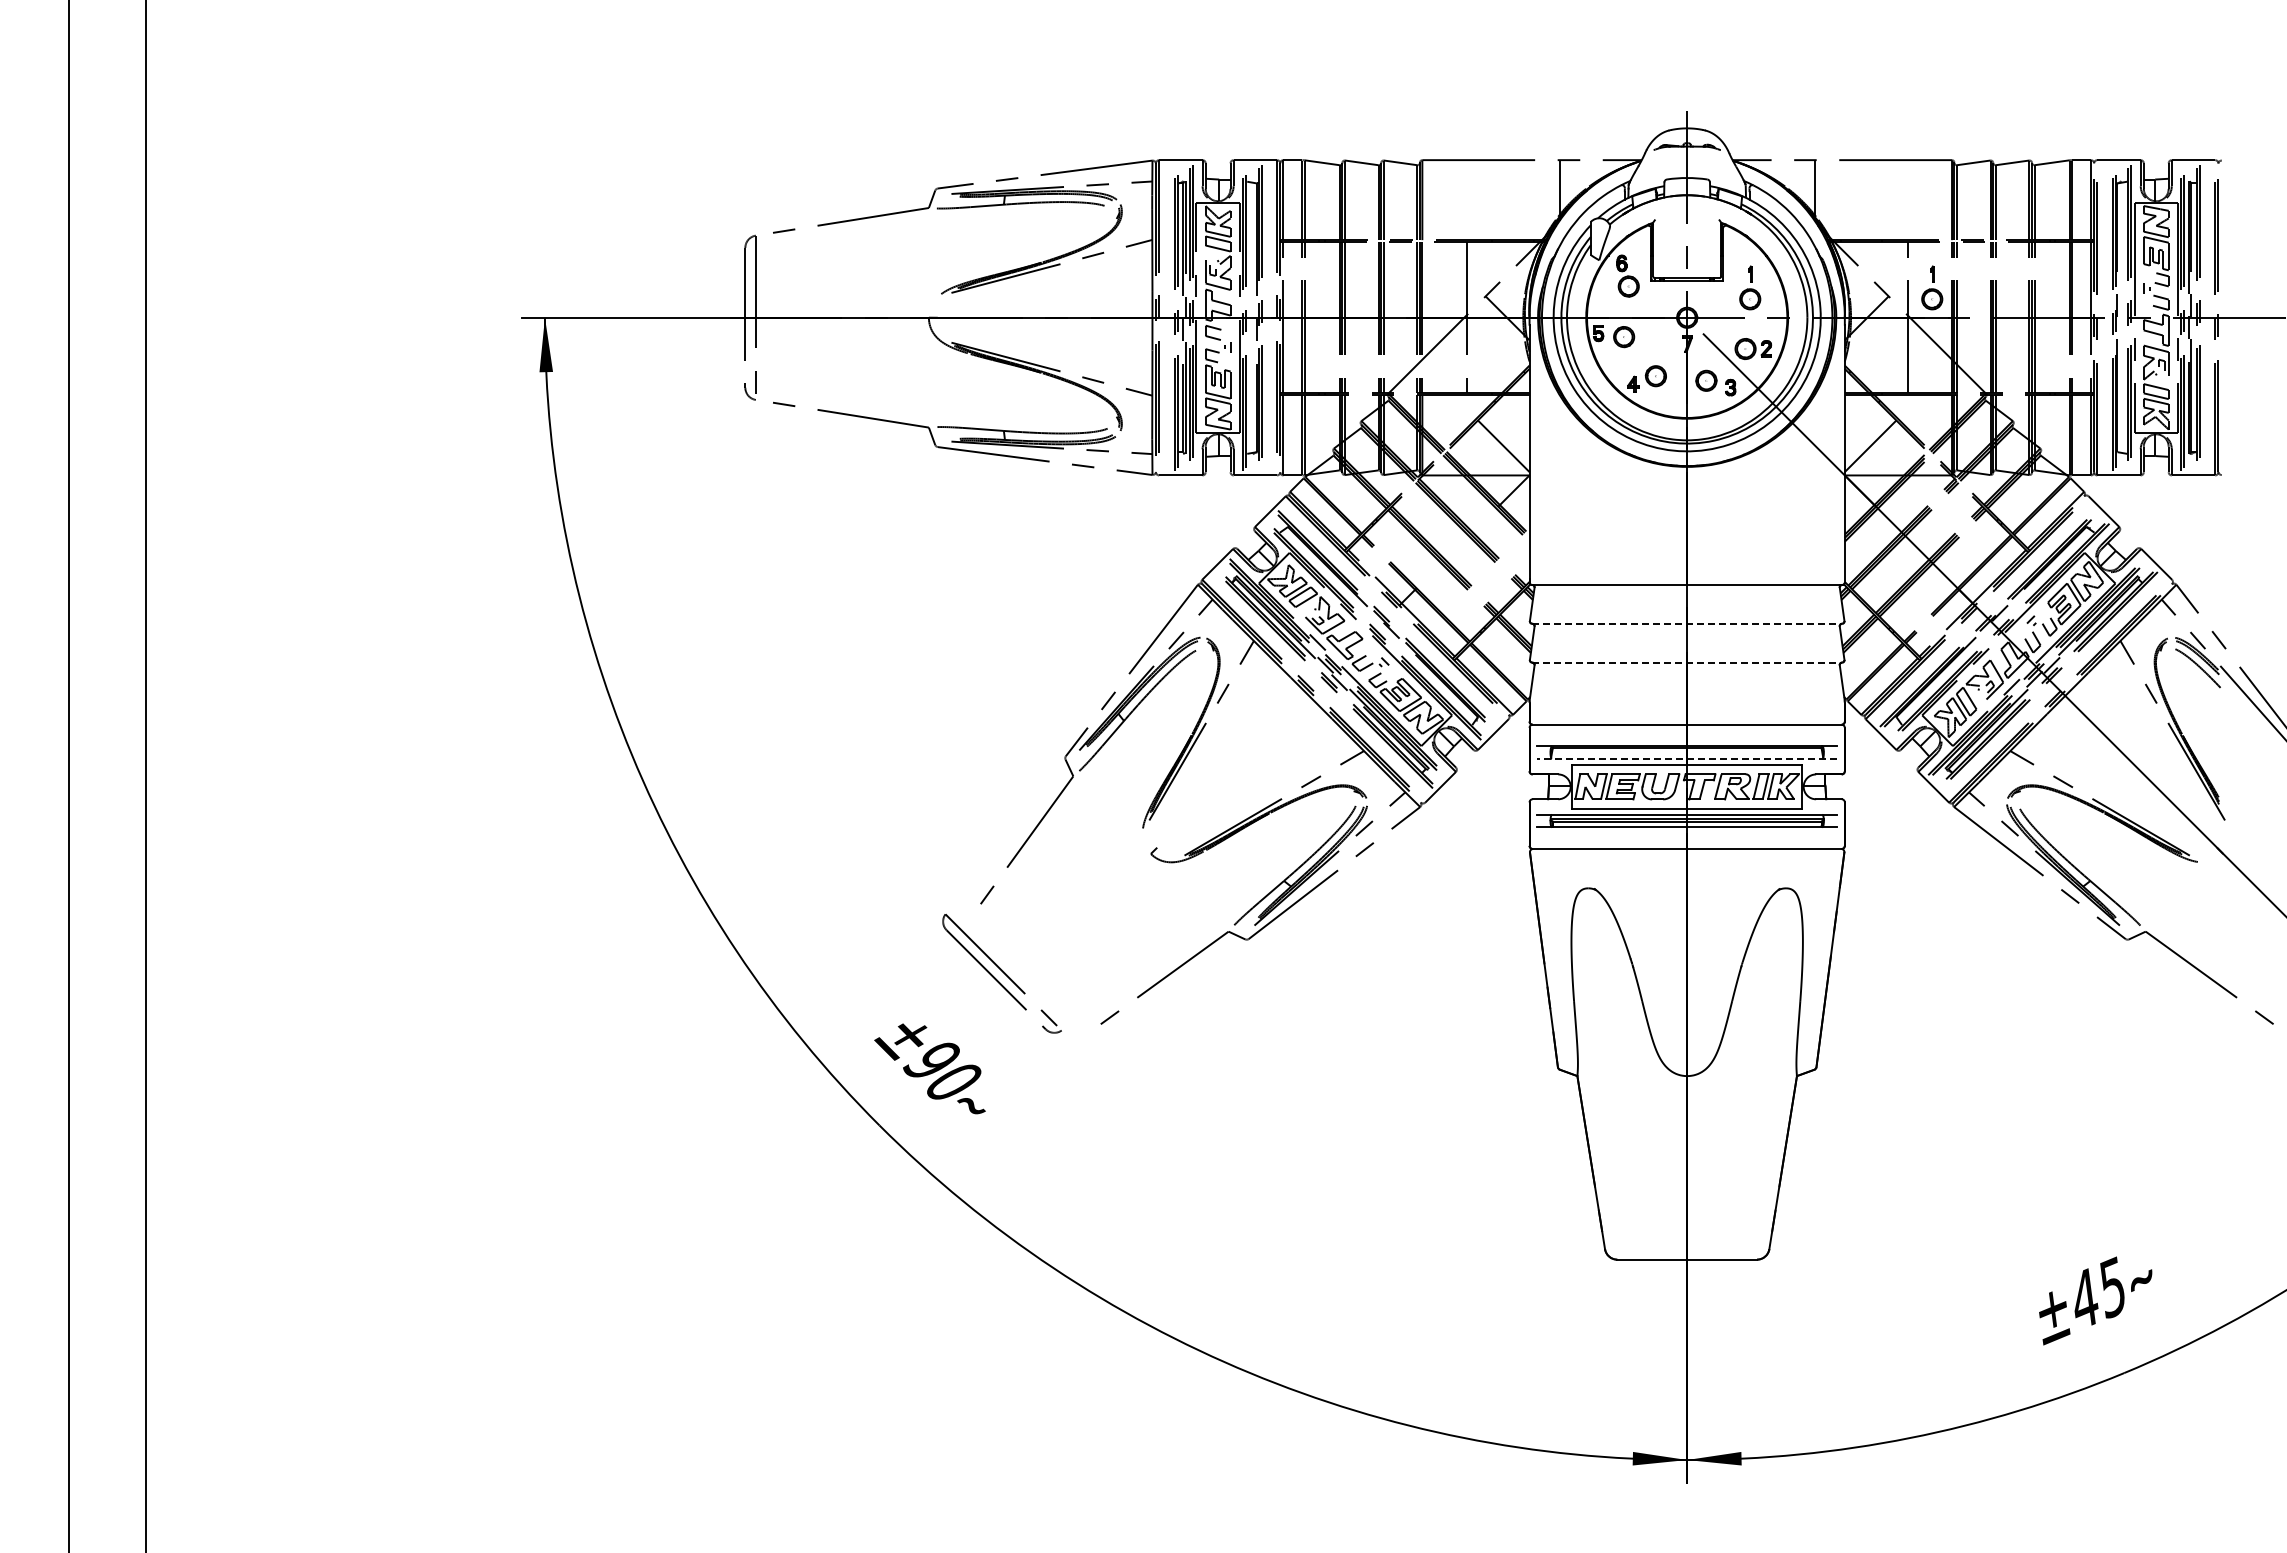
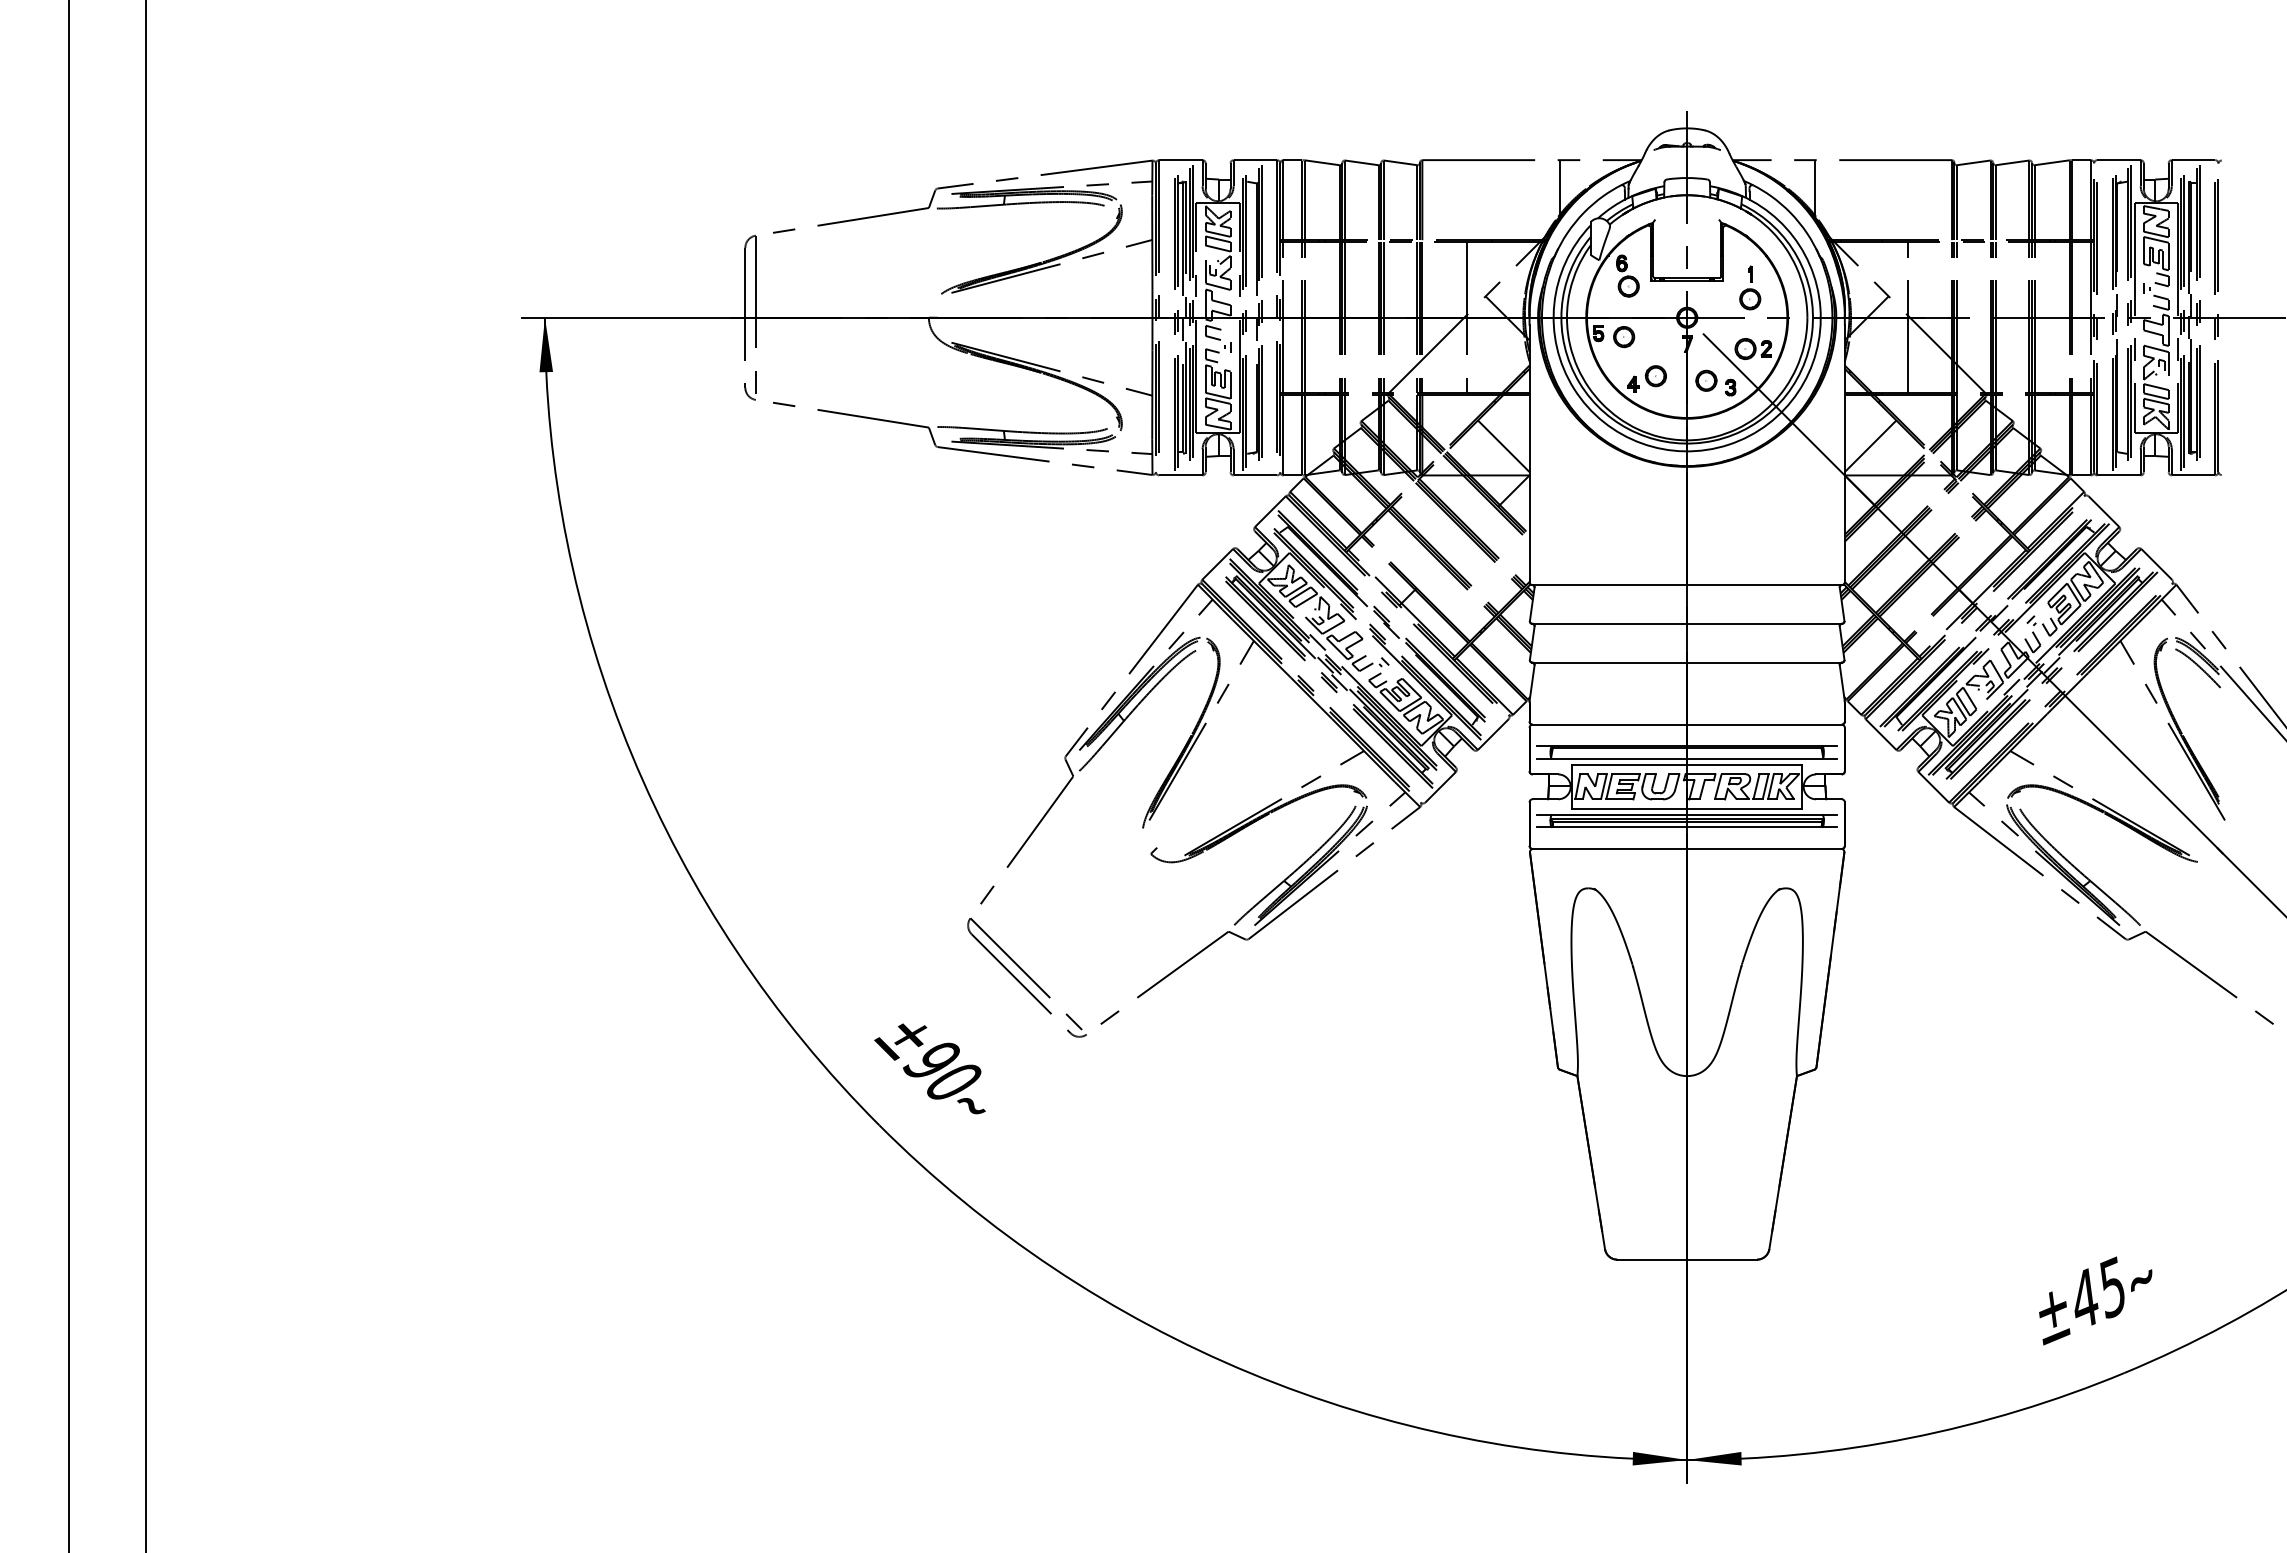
part at (1932, 287): present -> none
line at (1687, 623): dashed -> solid
line at (1687, 662): dashed -> solid
line at (1687, 758): dashed -> solid
part at (1001, 973) position: (1001, 973) -> (1026, 977)
